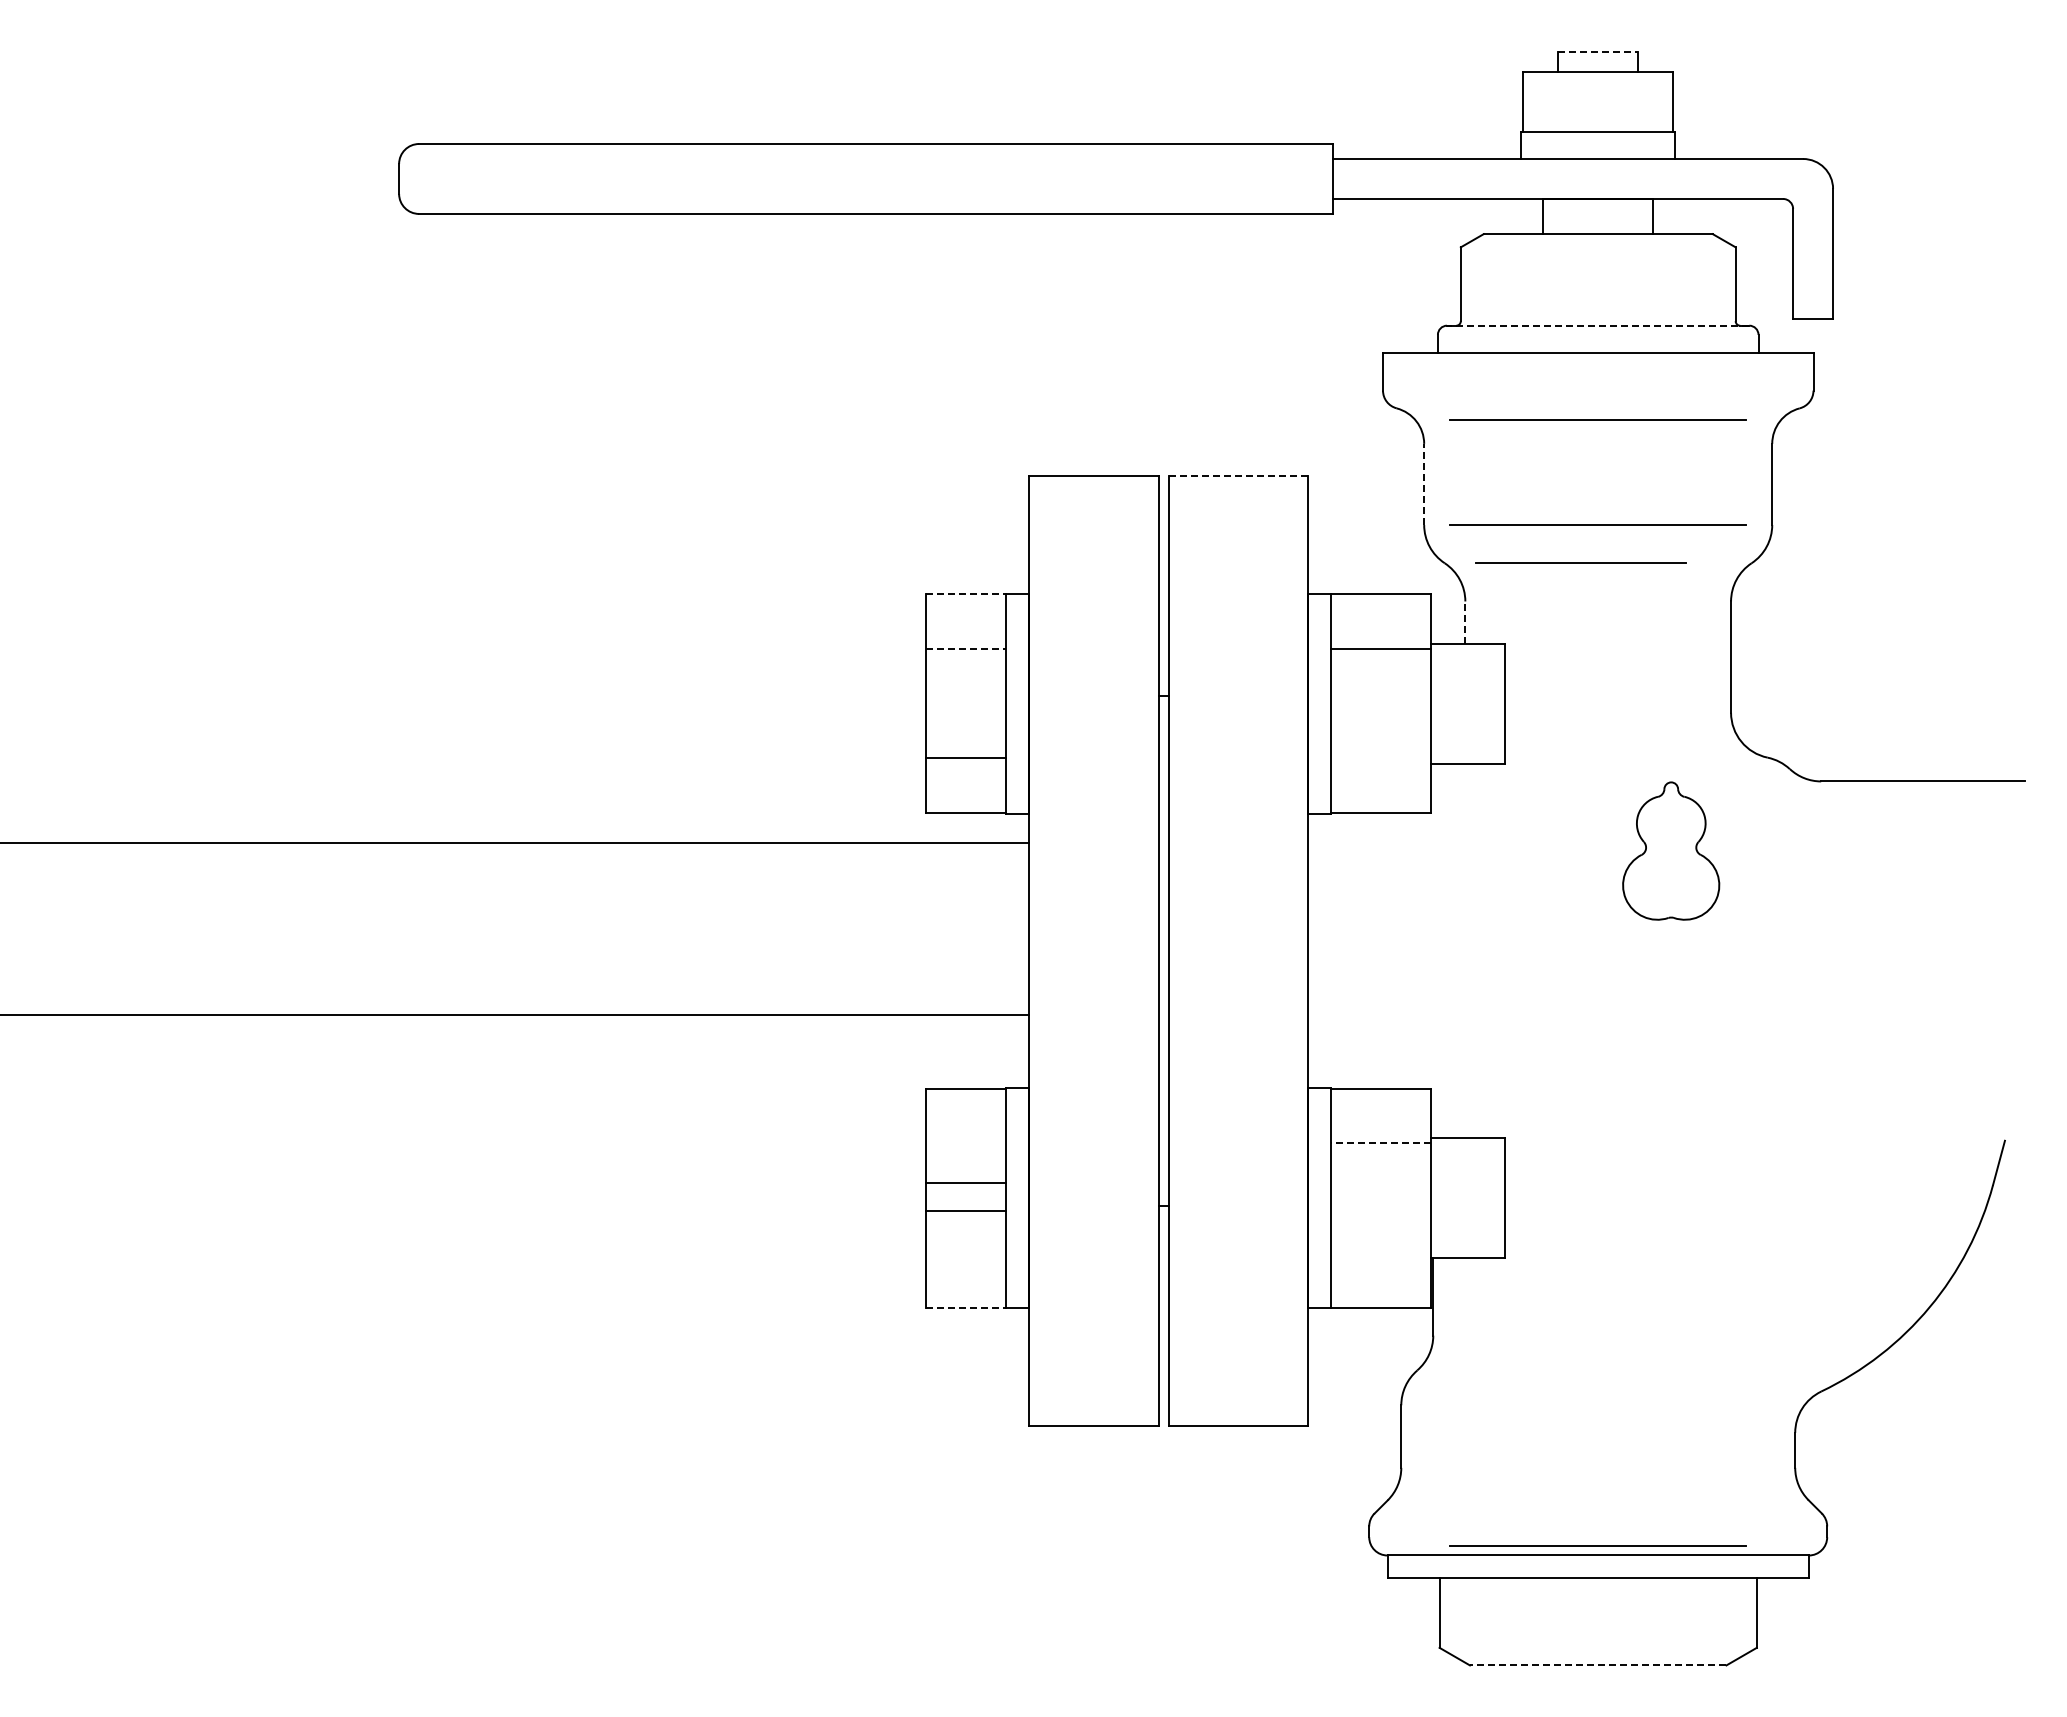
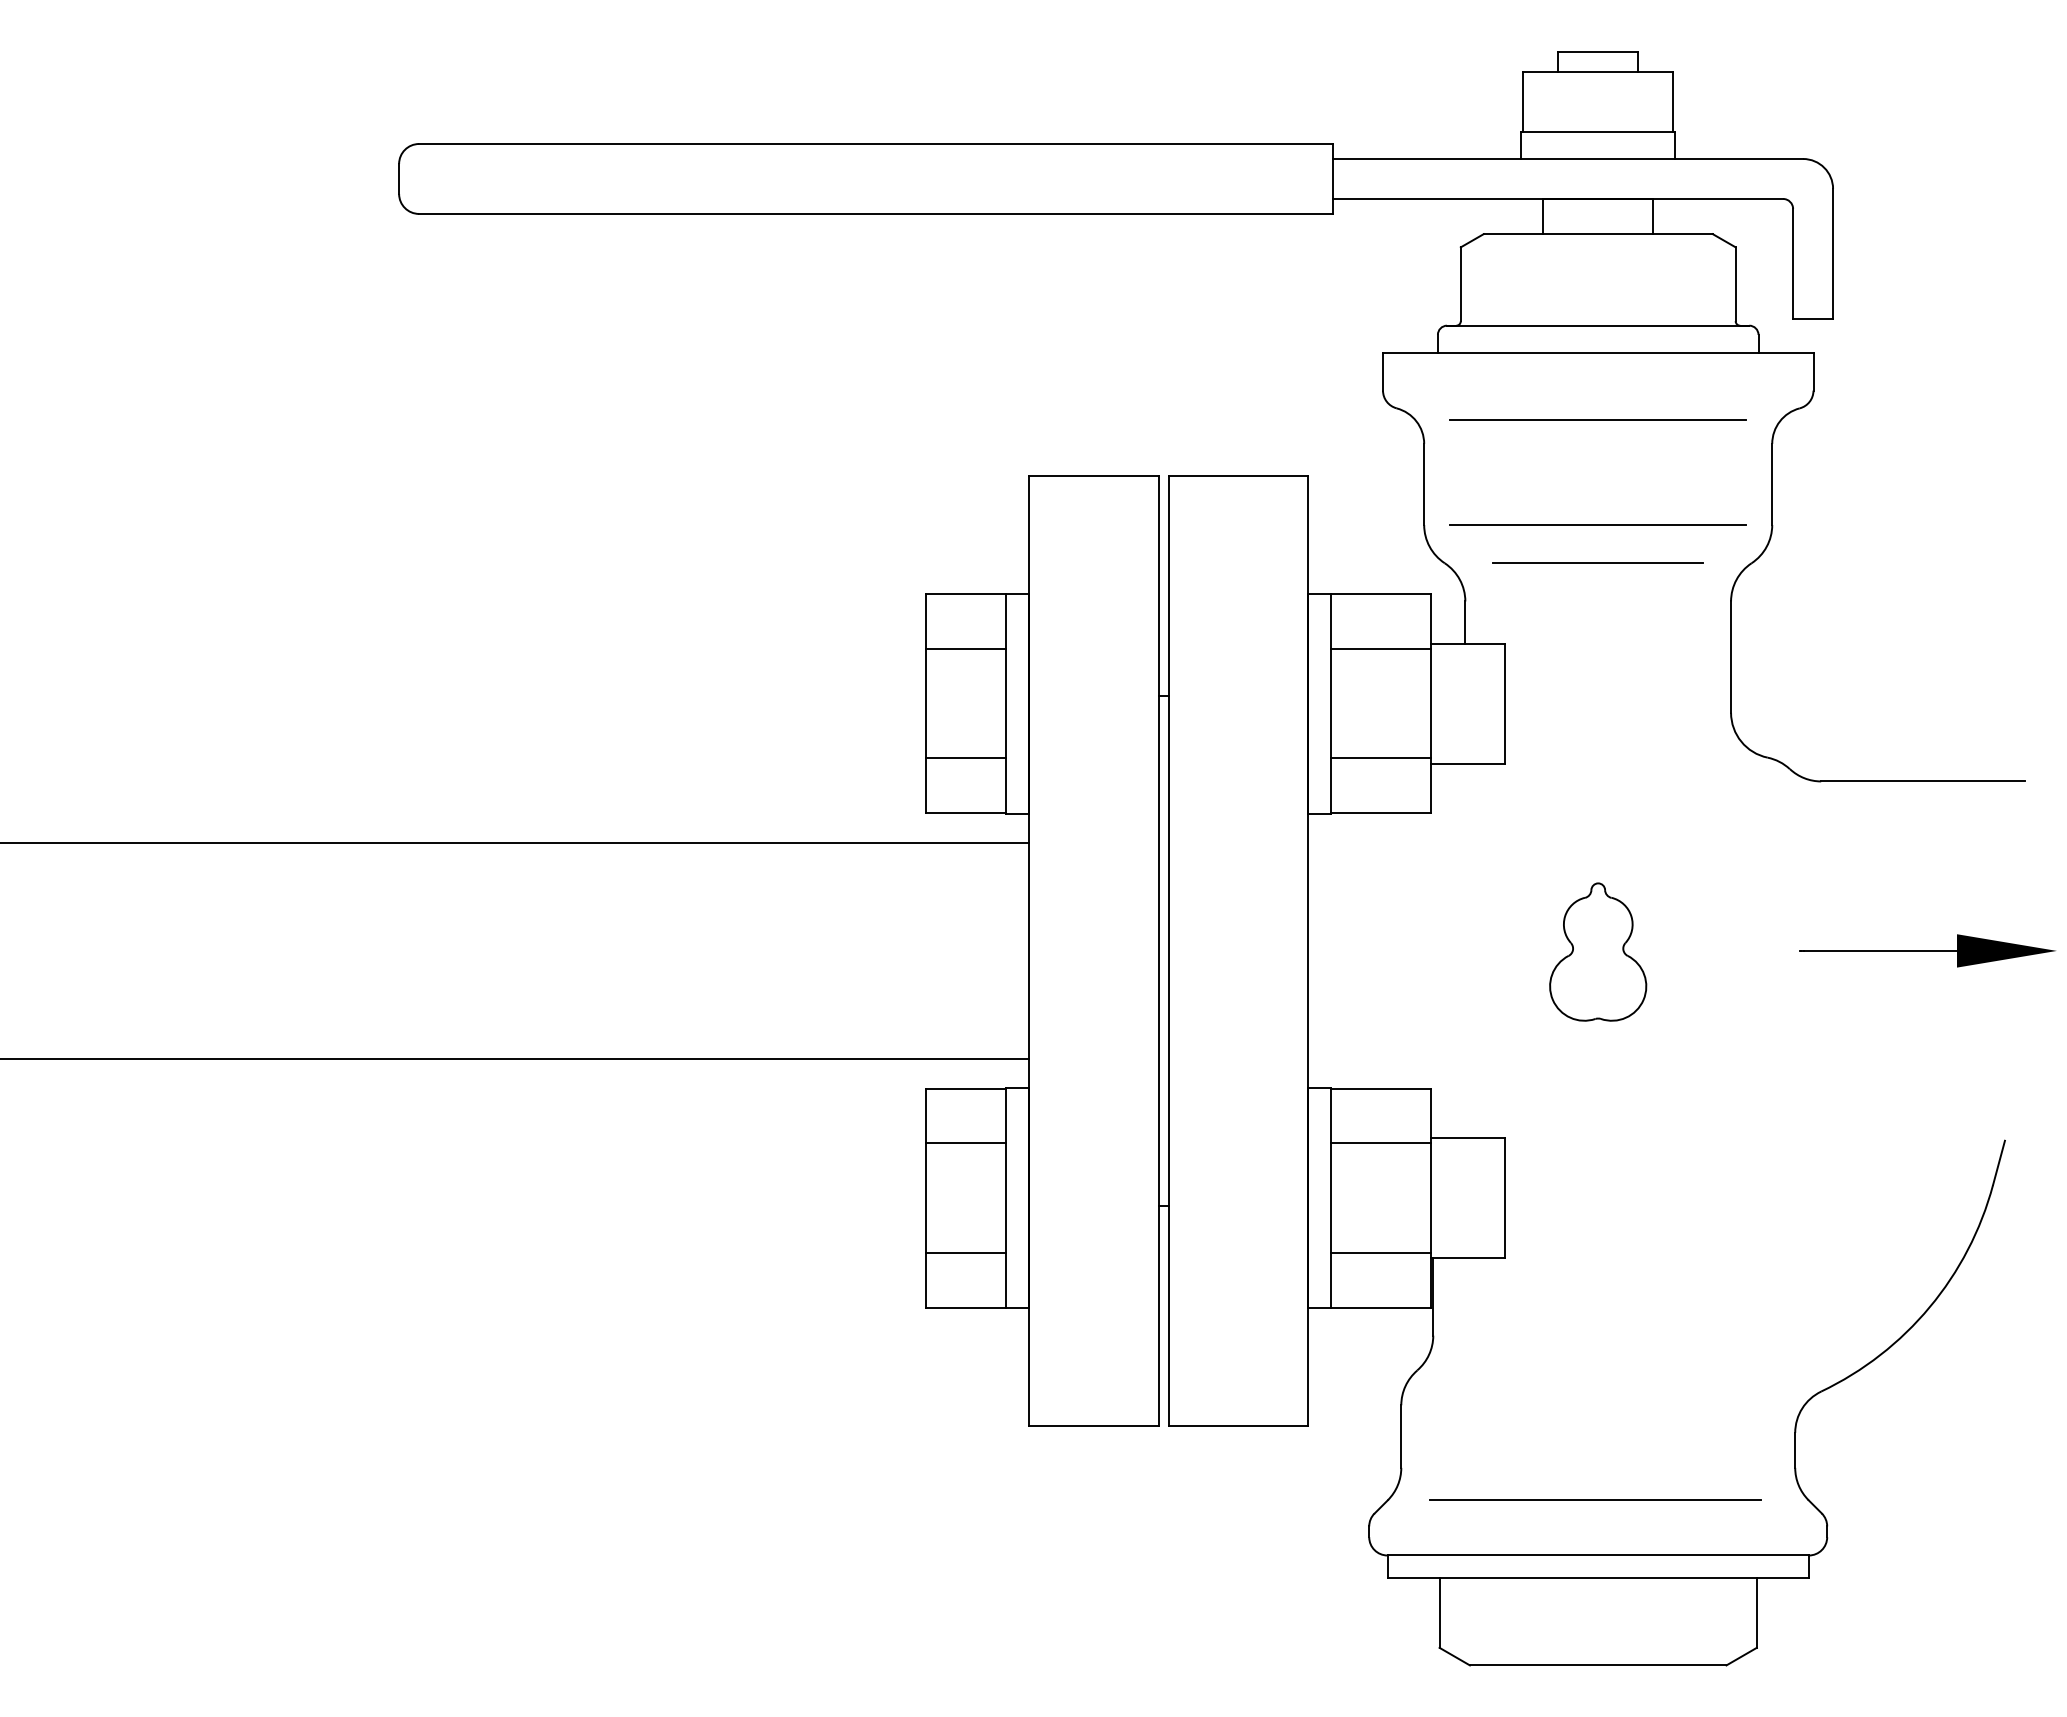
line at (1598, 51): dashed -> solid
line at (1597, 325): dashed -> solid
line at (1238, 476): dashed -> solid
line at (1424, 484): dashed -> solid
line at (1580, 562) position: (1580, 562) -> (1597, 562)
line at (965, 593): dashed -> solid
line at (1465, 622): dashed -> solid
line at (965, 648): dashed -> solid
line at (1381, 758): none -> present
part at (1671, 850) position: (1671, 850) -> (1598, 951)
part at (1927, 950): none -> present
line at (515, 1015) position: (515, 1015) -> (515, 1059)
line at (1381, 1143): dashed -> solid
line at (965, 1183) position: (965, 1183) -> (965, 1143)
line at (965, 1211) position: (965, 1211) -> (965, 1253)
line at (1381, 1253): none -> present
line at (965, 1307): dashed -> solid
line at (1595, 1500): none -> present
line at (1597, 1545): present -> none
line at (1597, 1665): dashed -> solid
